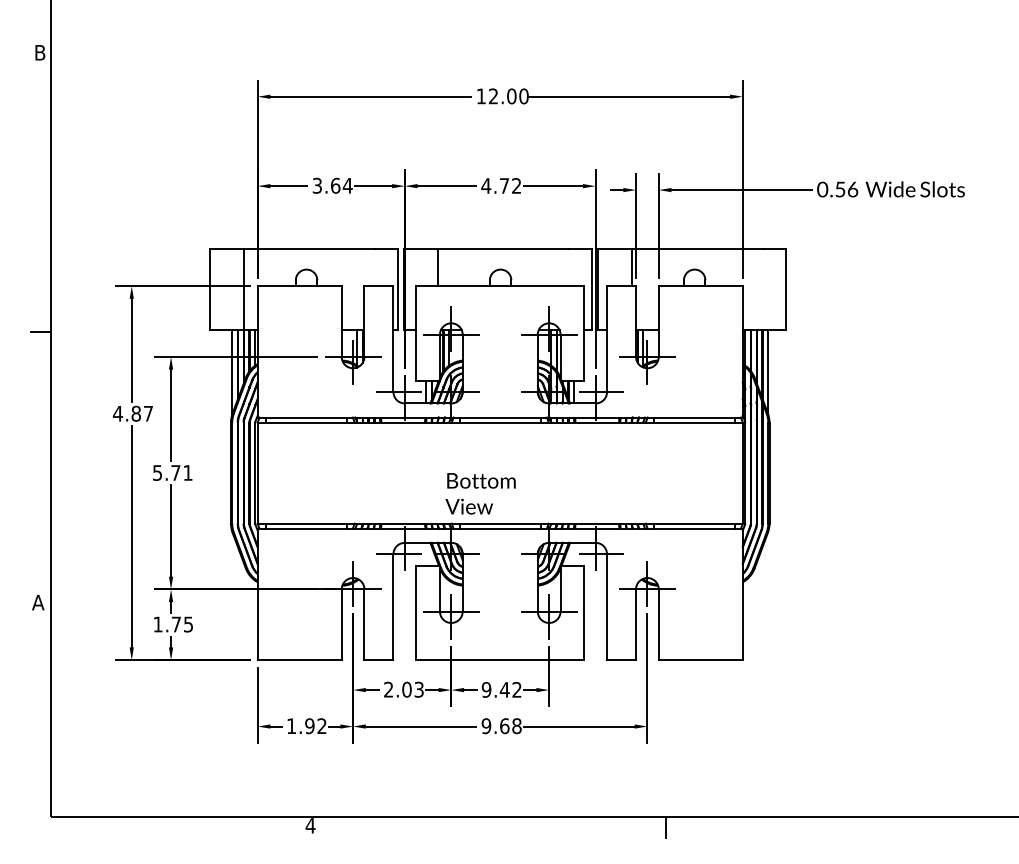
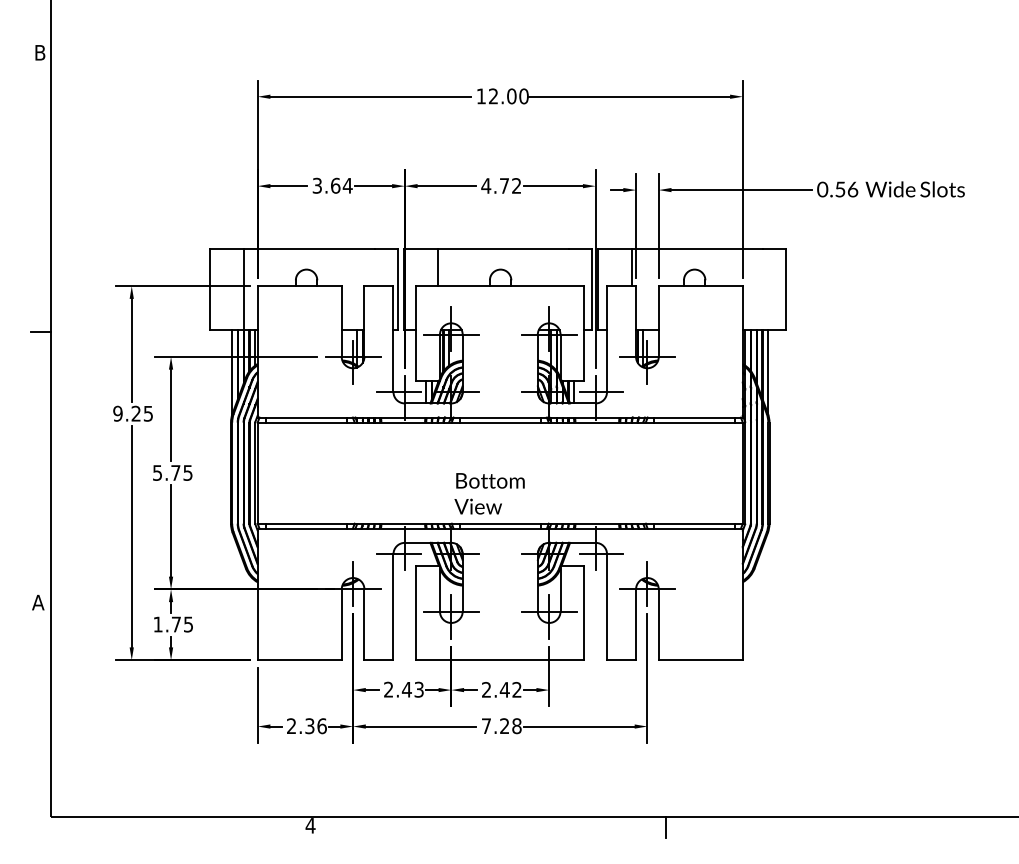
text at (132, 413): 4.87 -> 9.25
text at (187, 472): 5.71 -> 5.75
text at (480, 493) position: (480, 493) -> (489, 493)
text at (406, 689): 2.03 -> 2.43
text at (486, 689): 9.42 -> 2.42
text at (306, 726): 1.92 -> 2.36
text at (495, 726): 9.68 -> 7.28
